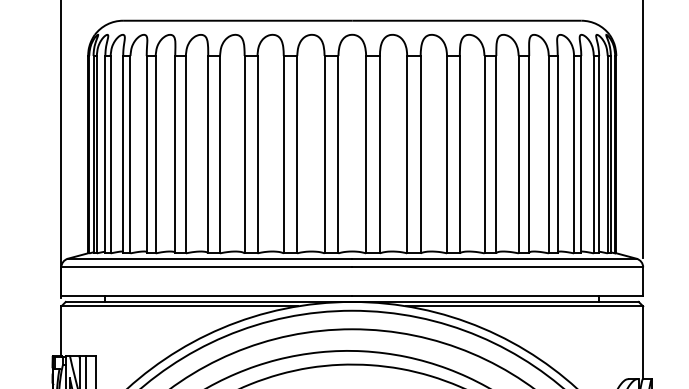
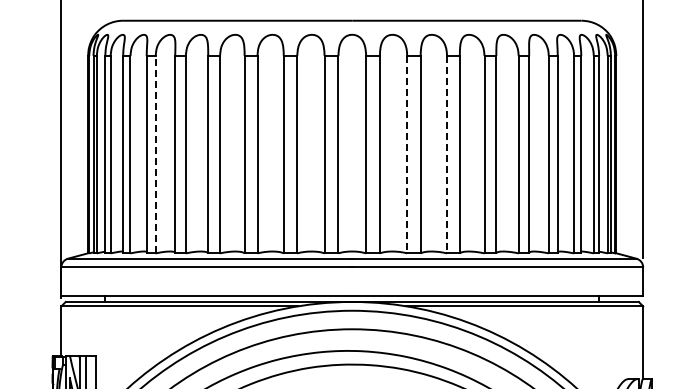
line at (155, 154): solid -> dashed
line at (407, 154): solid -> dashed
line at (447, 154): solid -> dashed
